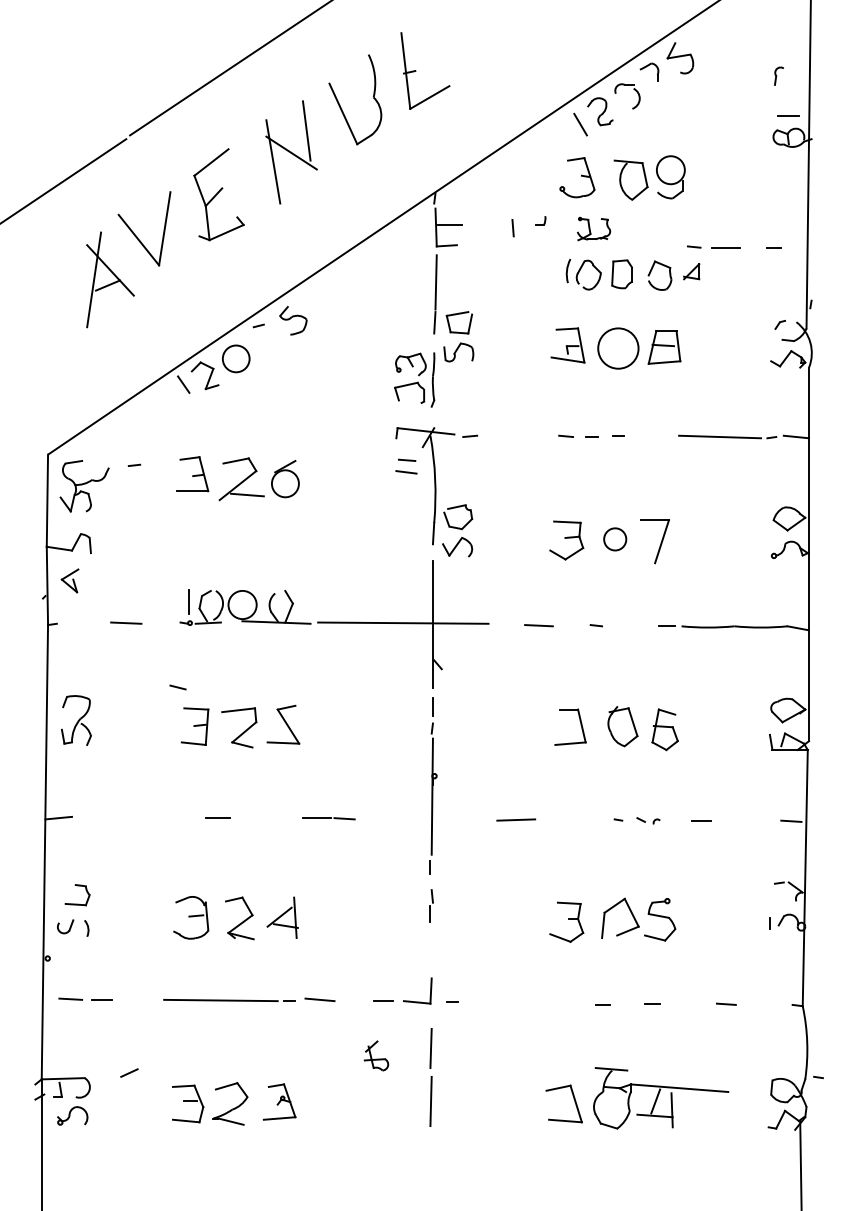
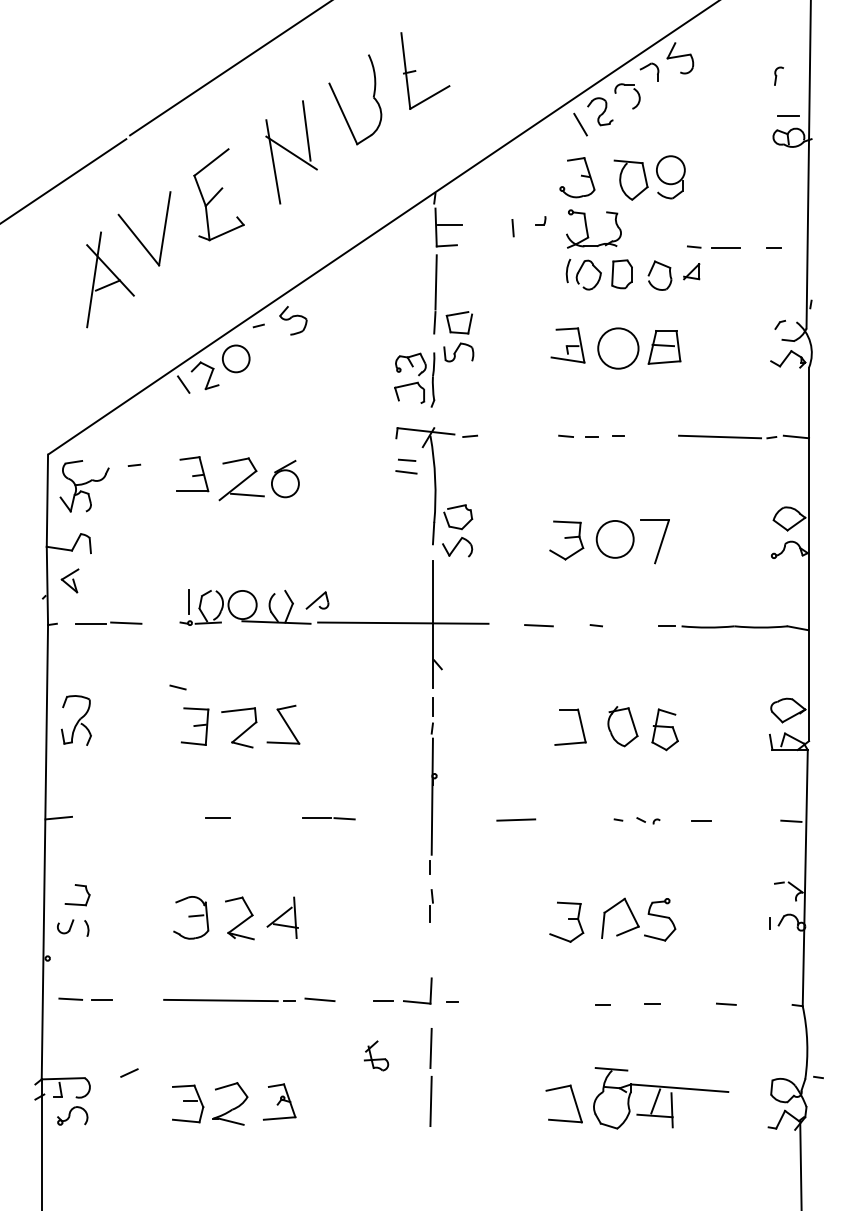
part at (594, 228) size: 35x26 px -> 56x40 px
circle at (615, 539) diameter: 22 px -> 37 px
part at (317, 600): none -> present
line at (90, 623): none -> present
